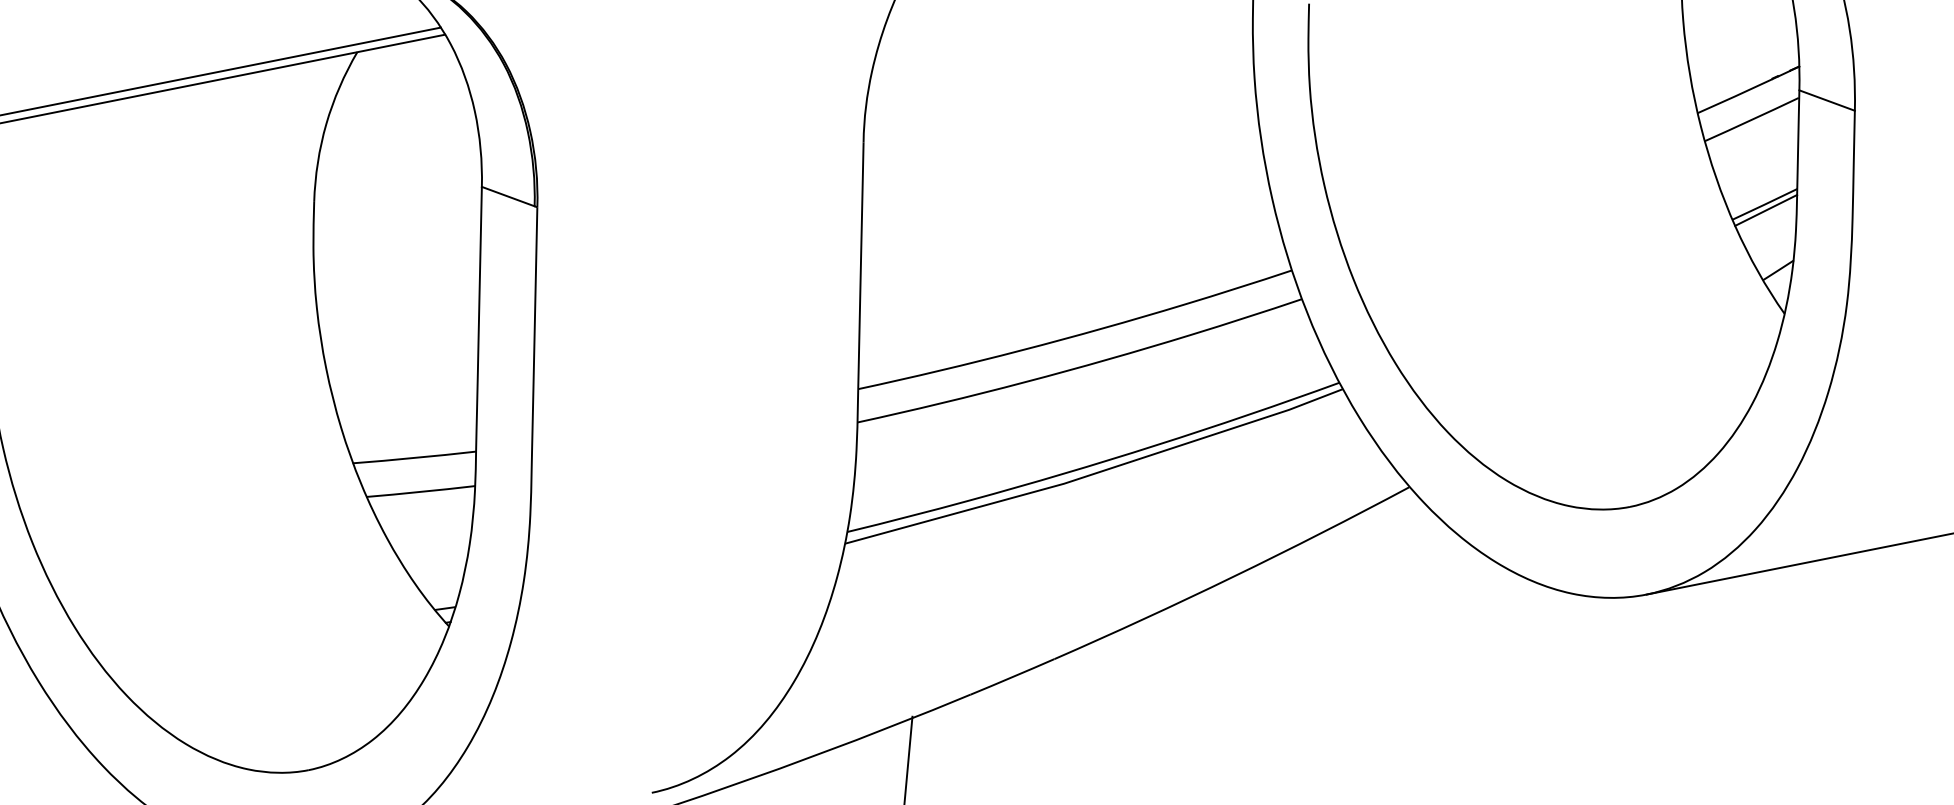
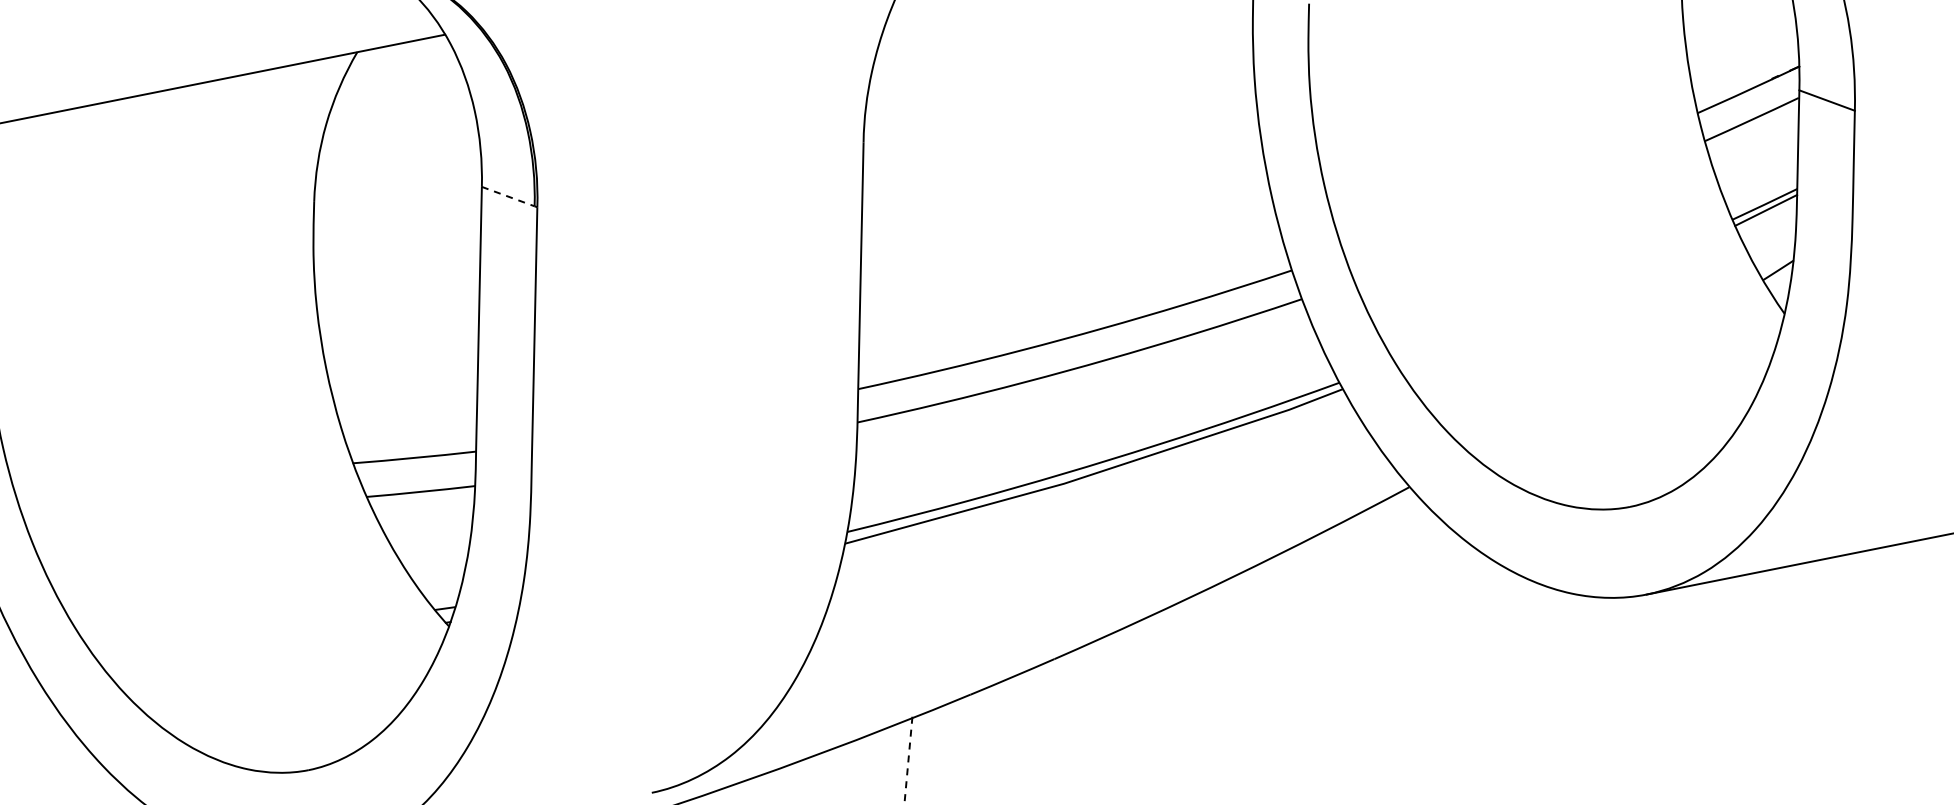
line at (221, 71): present -> none
line at (508, 196): solid -> dashed
line at (908, 761): solid -> dashed
